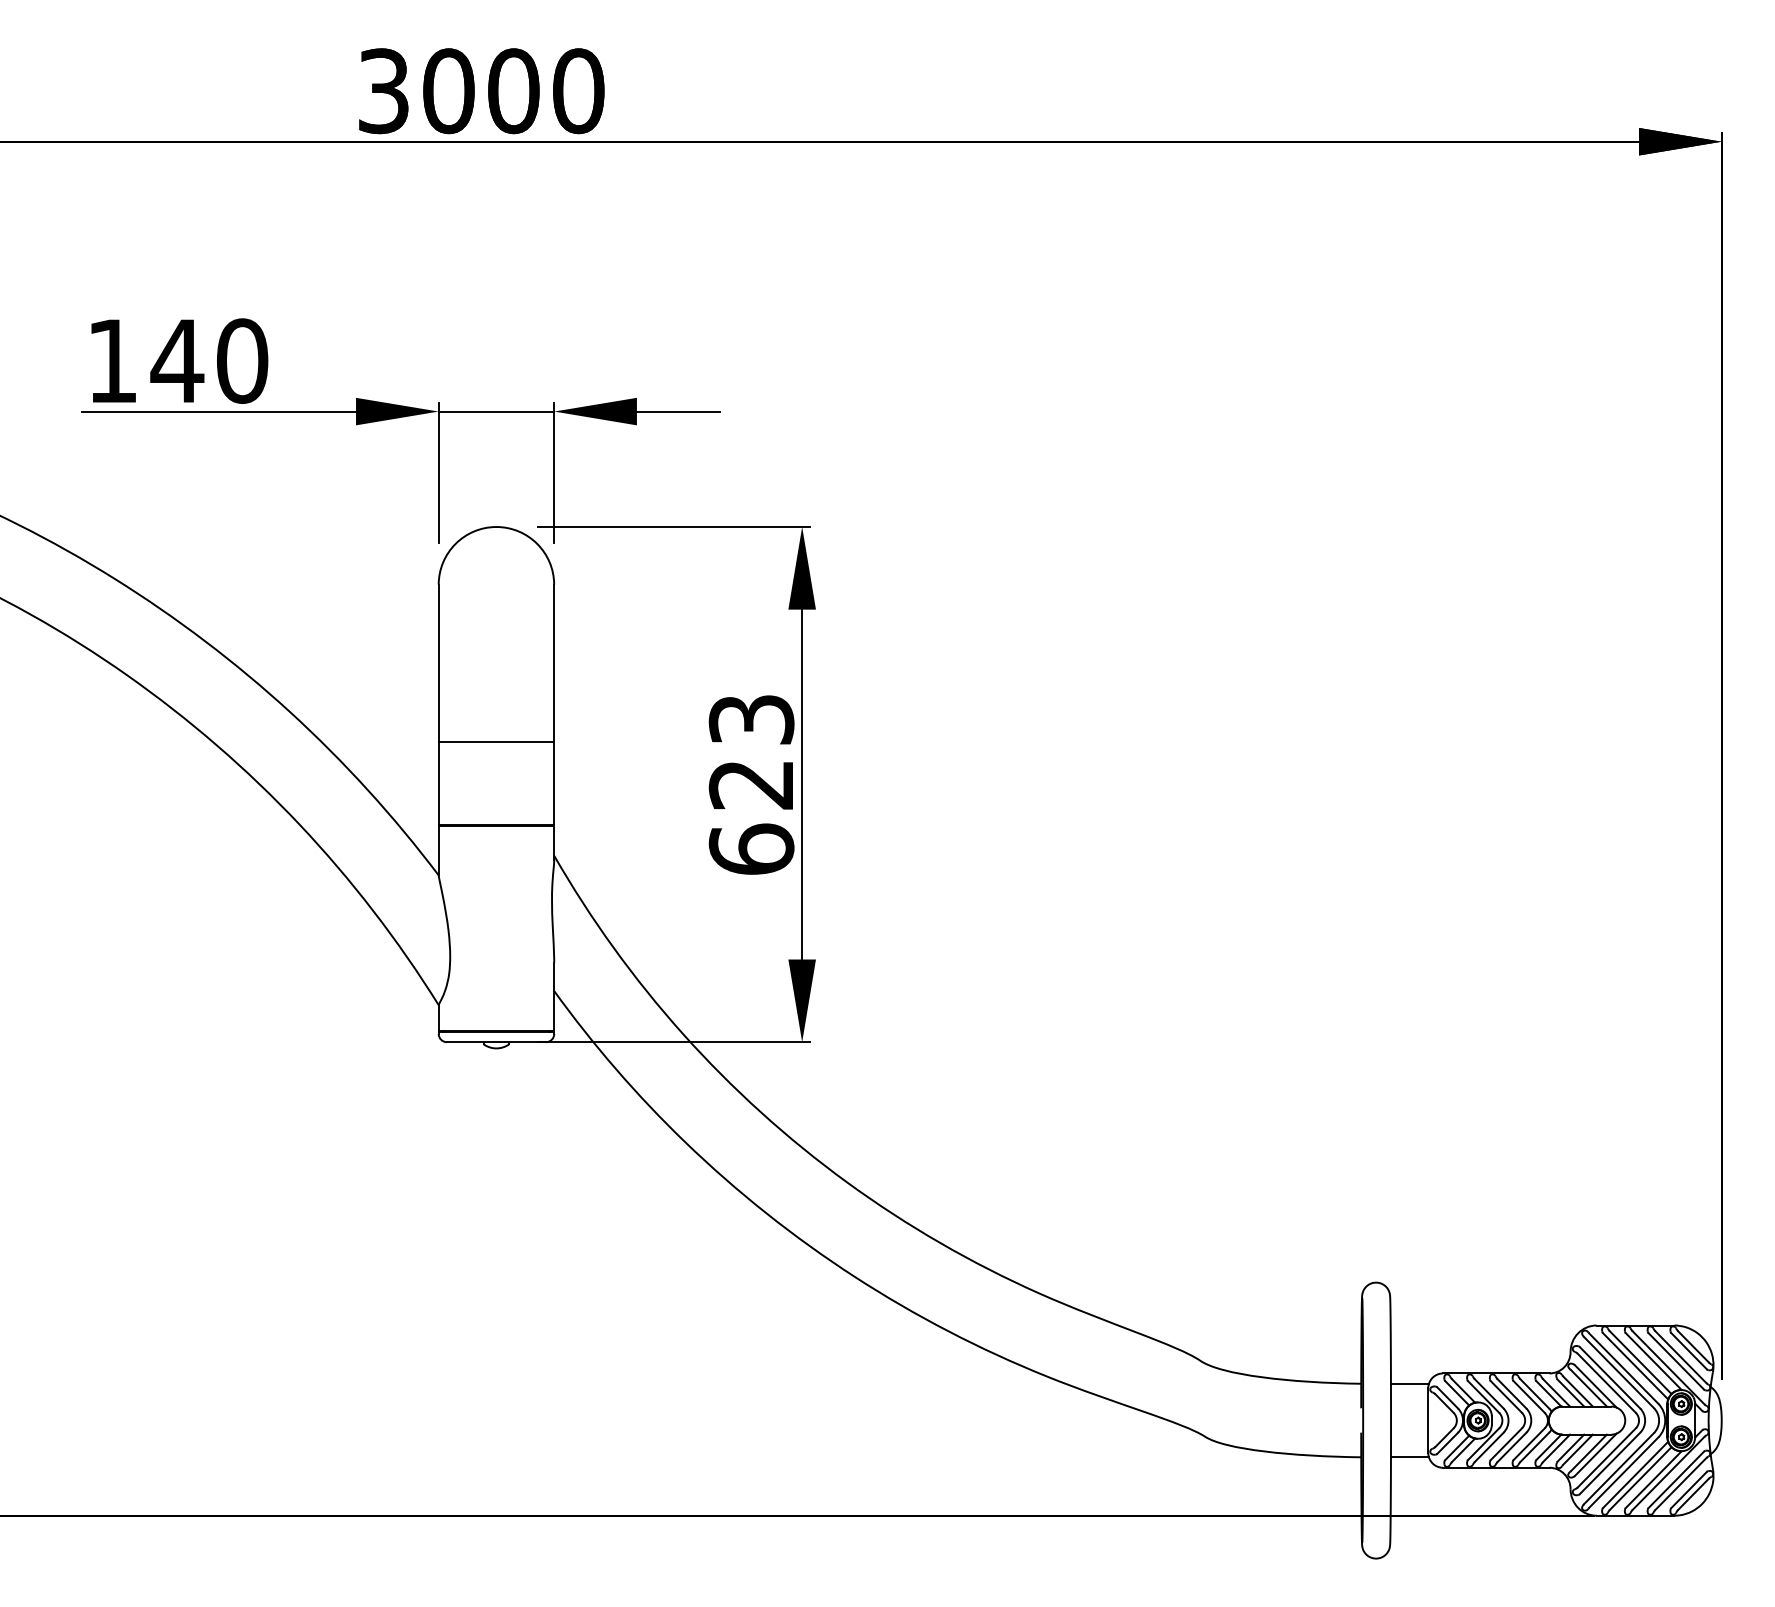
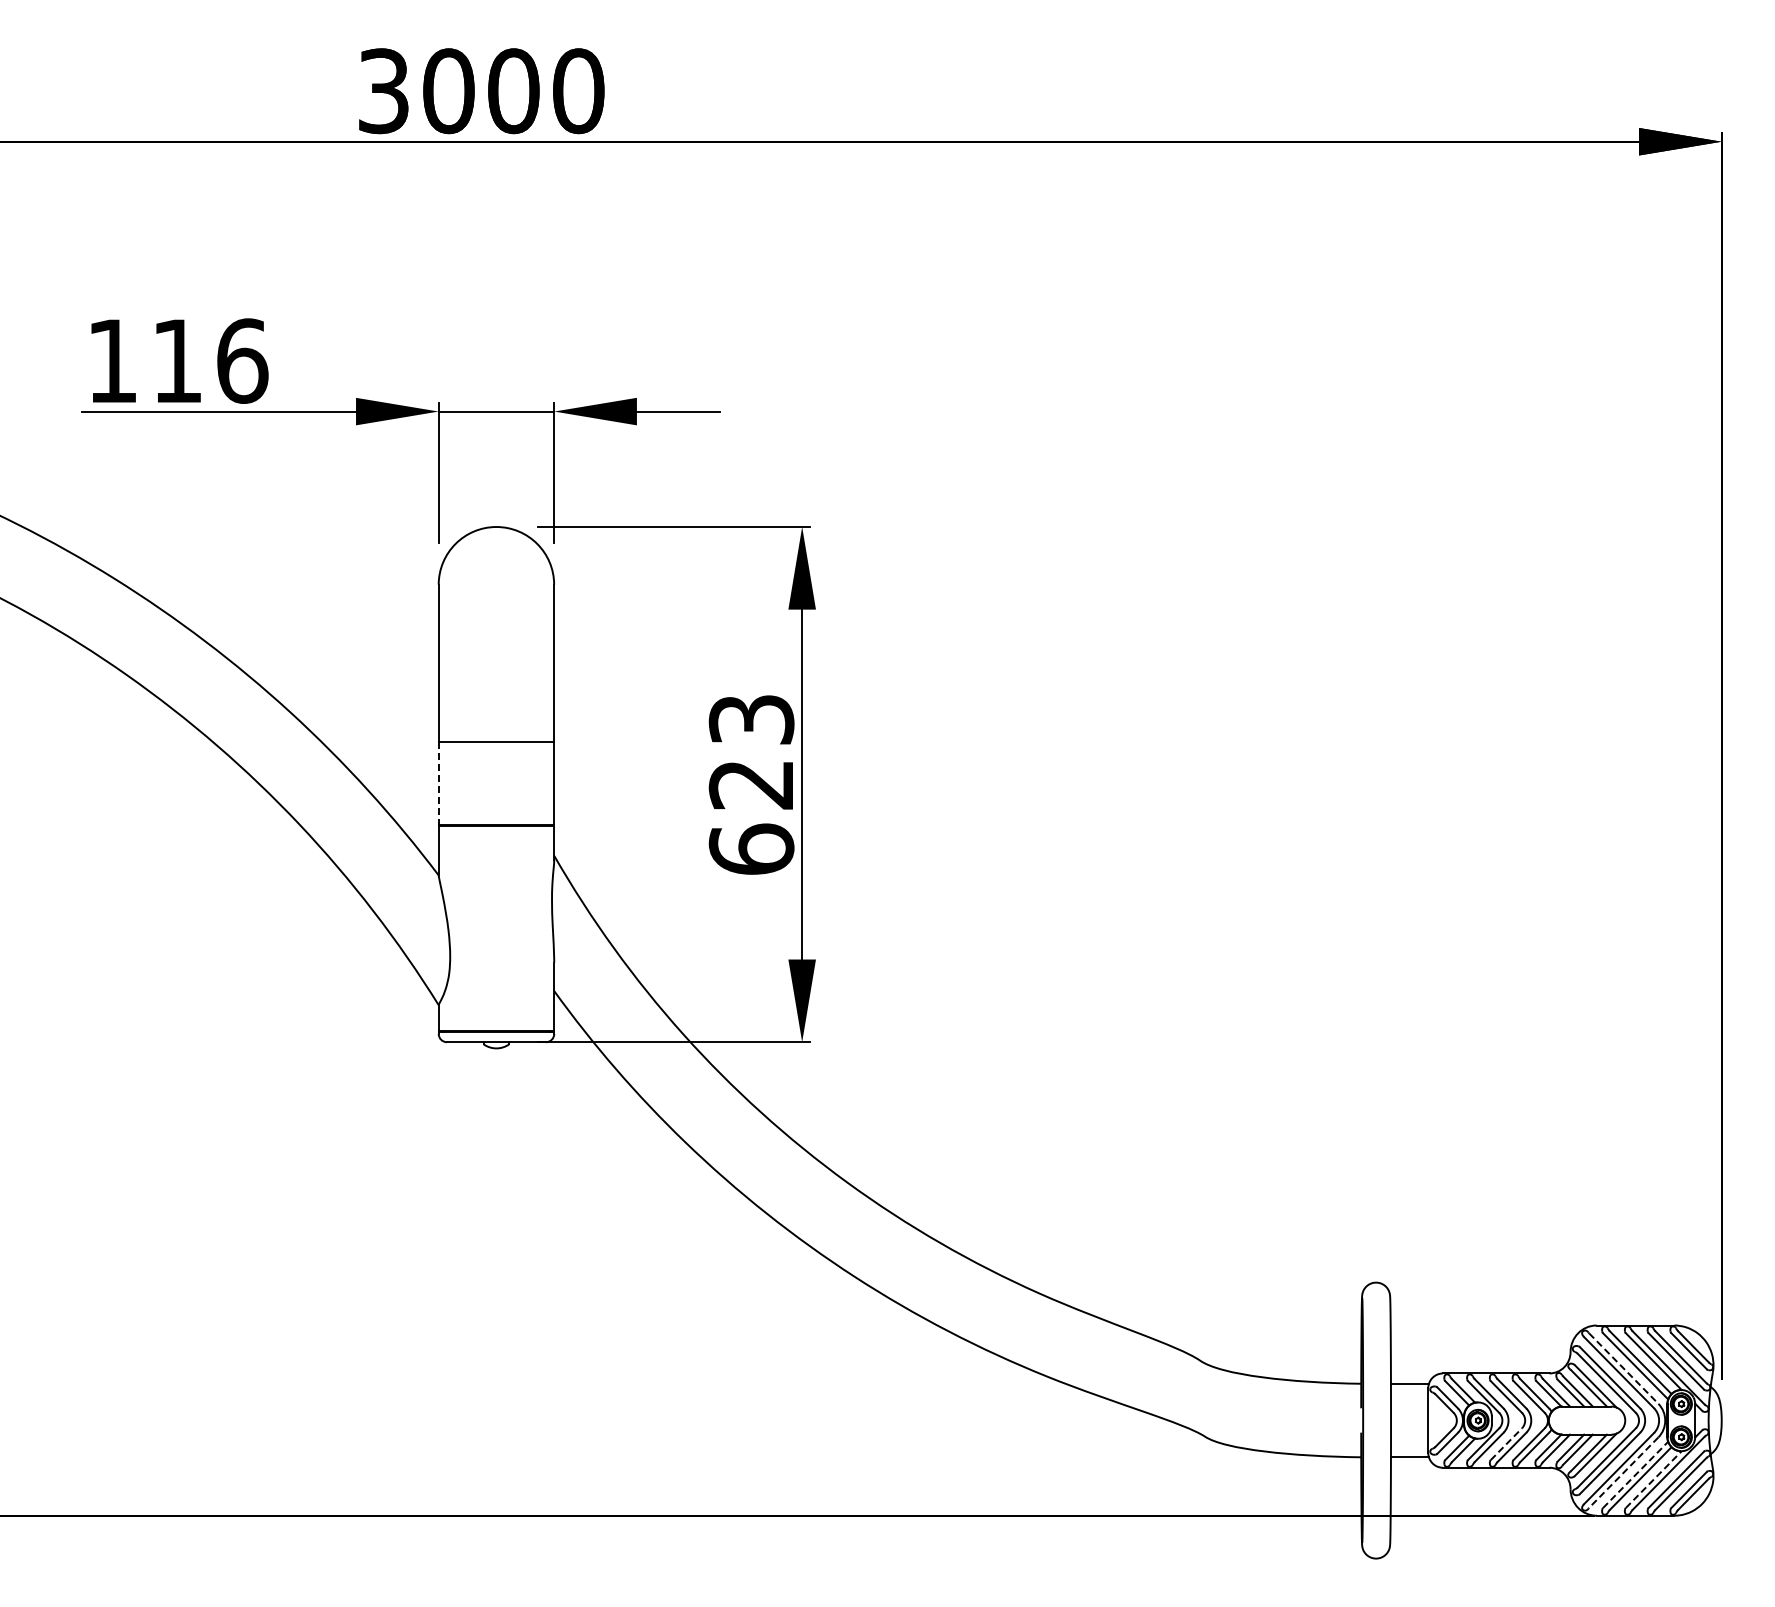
text at (209, 360): 140 -> 116
line at (438, 784): solid -> dashed
line at (1624, 1368): solid -> dashed
line at (1506, 1443): solid -> dashed
line at (1623, 1472): solid -> dashed
line at (1635, 1474): solid -> dashed
line at (1653, 1479): solid -> dashed
